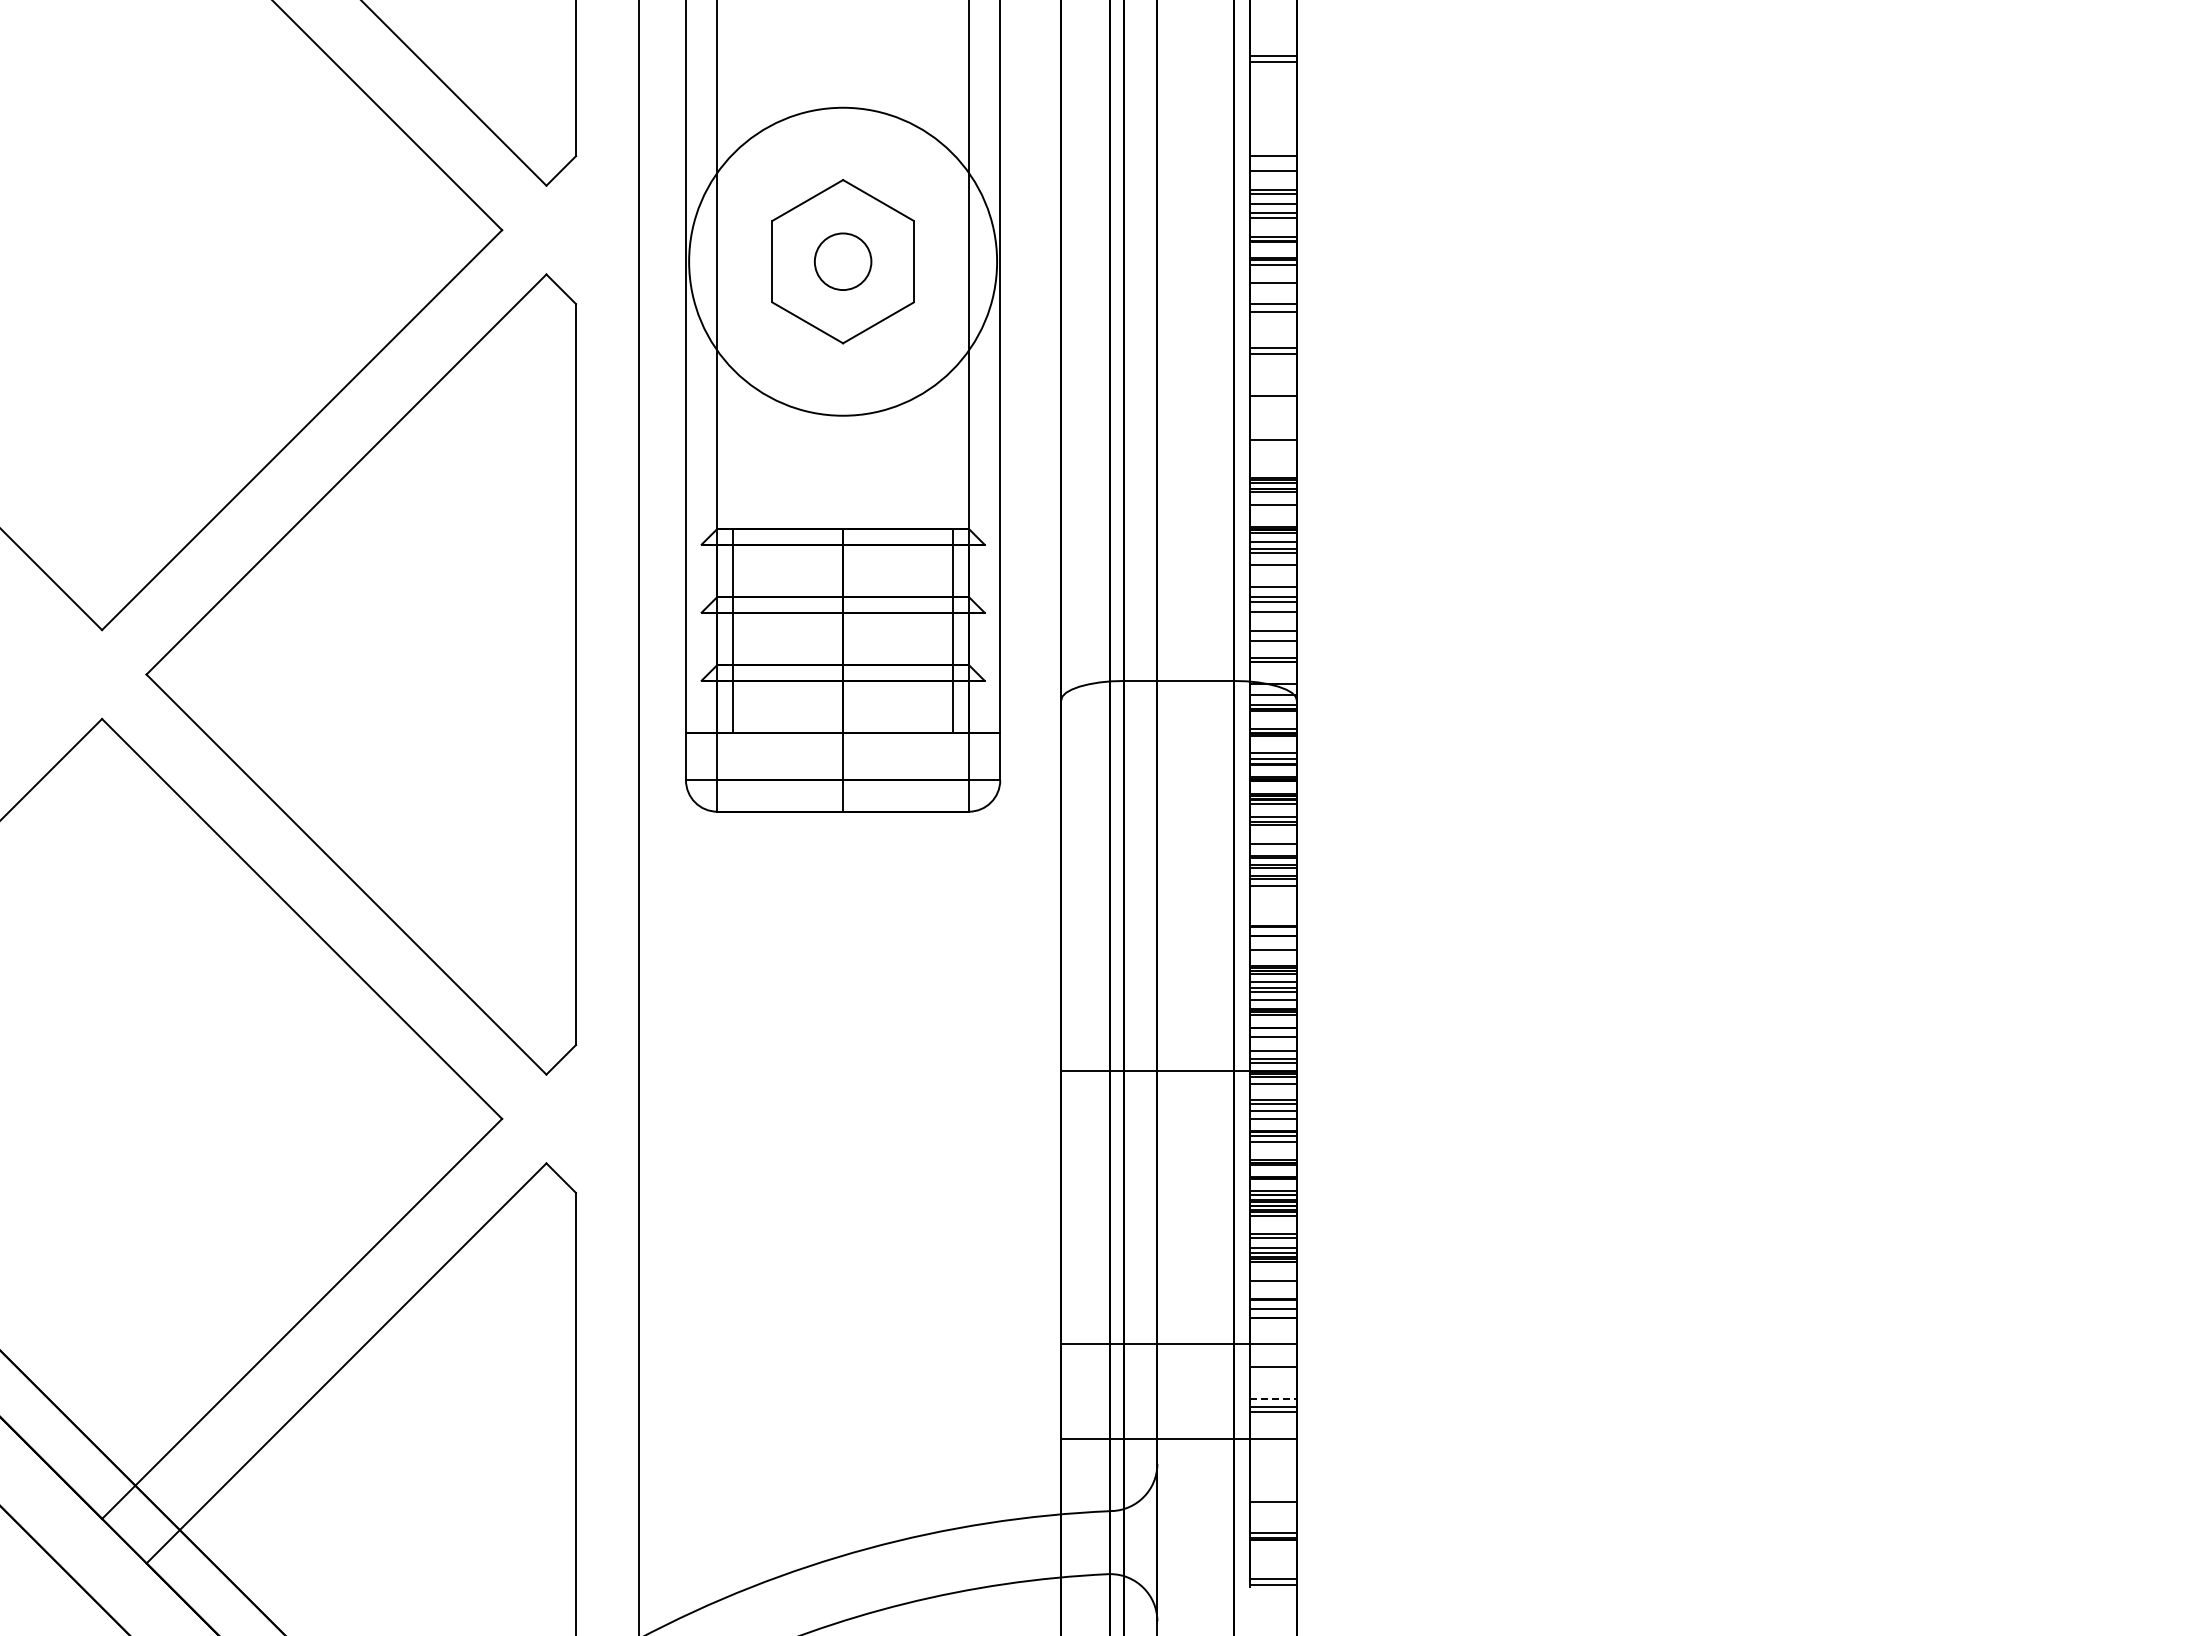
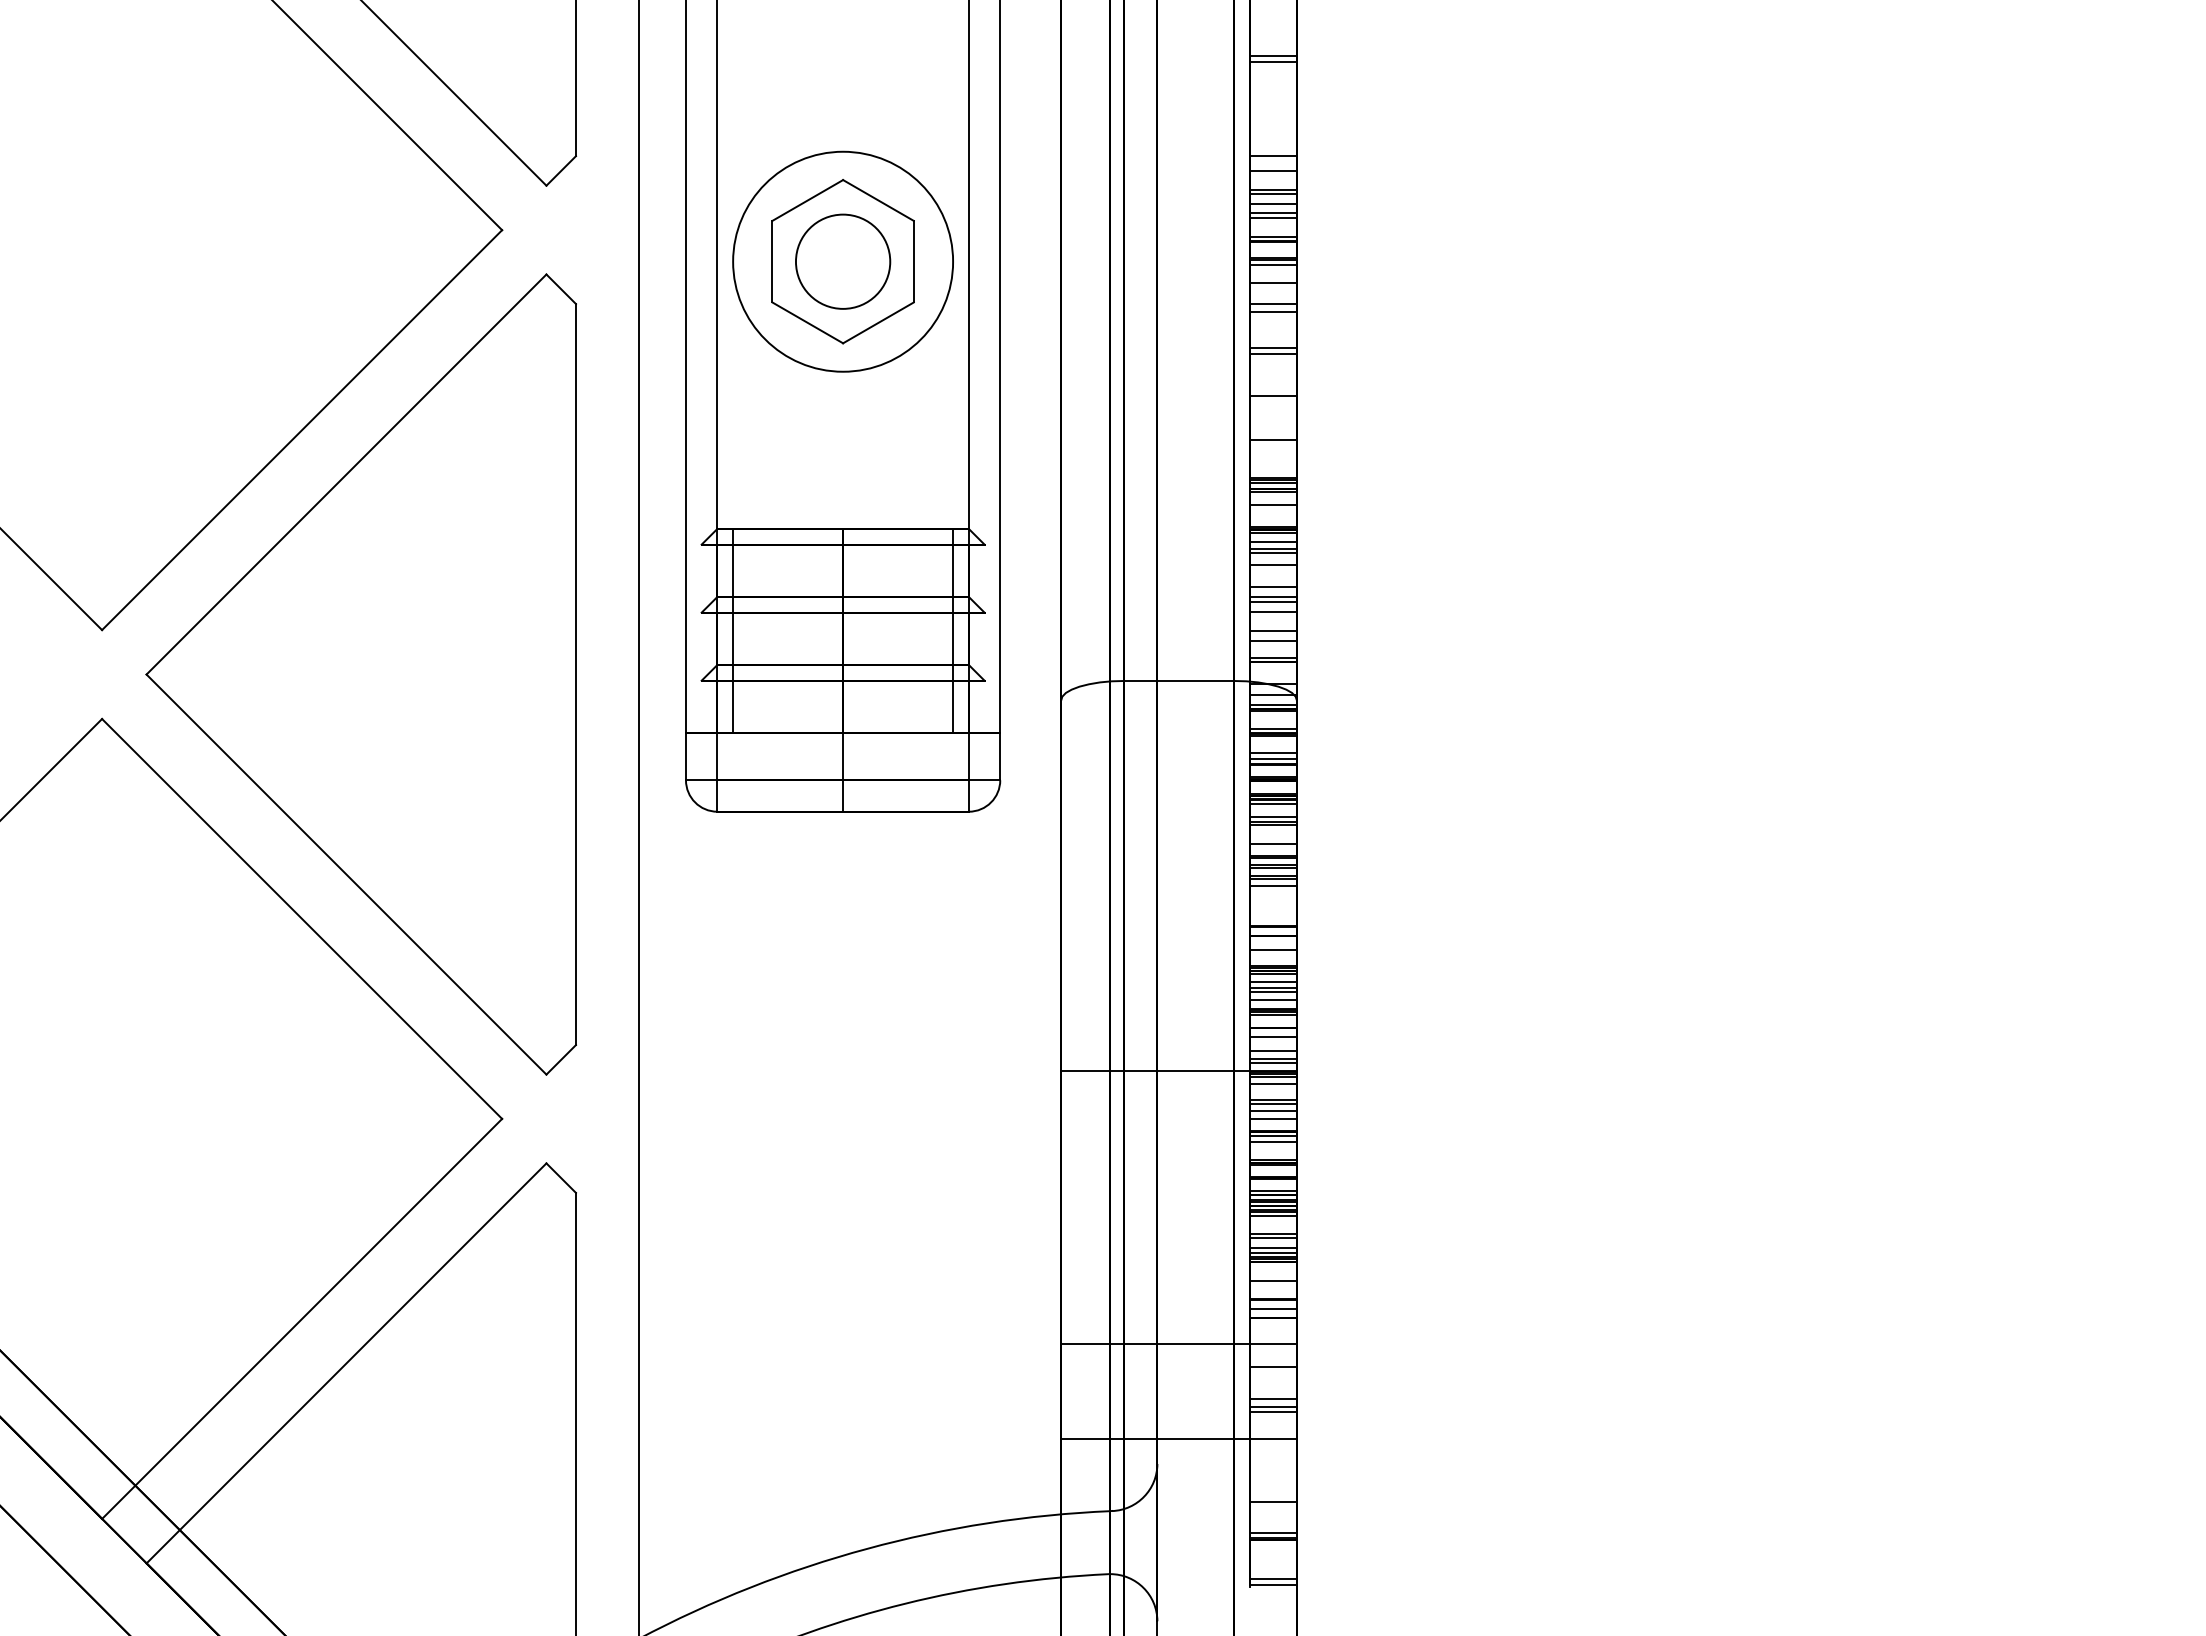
circle at (842, 261) diameter: 57 px -> 94 px
circle at (843, 261) diameter: 308 px -> 220 px
line at (1273, 1399): dashed -> solid
